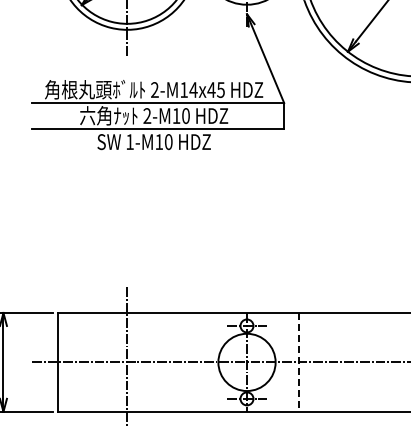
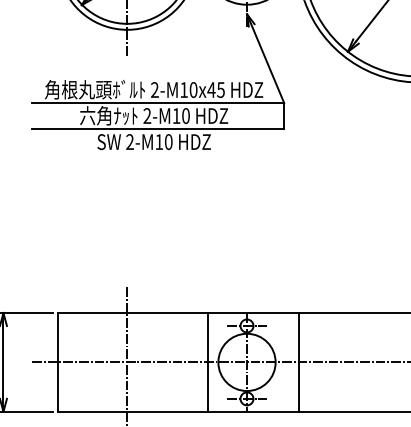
text at (193, 90): 2-M14x45 -> 2-M10x45
text at (129, 141): 1-M10 -> 2-M10
line at (207, 361): none -> present
line at (299, 362): dashed -> solid
